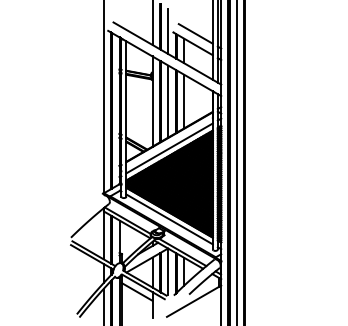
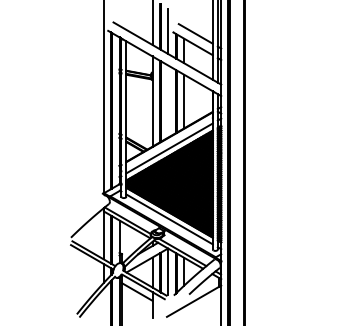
line at (168, 101): present -> none
line at (237, 162): present -> none
line at (103, 305): present -> none
